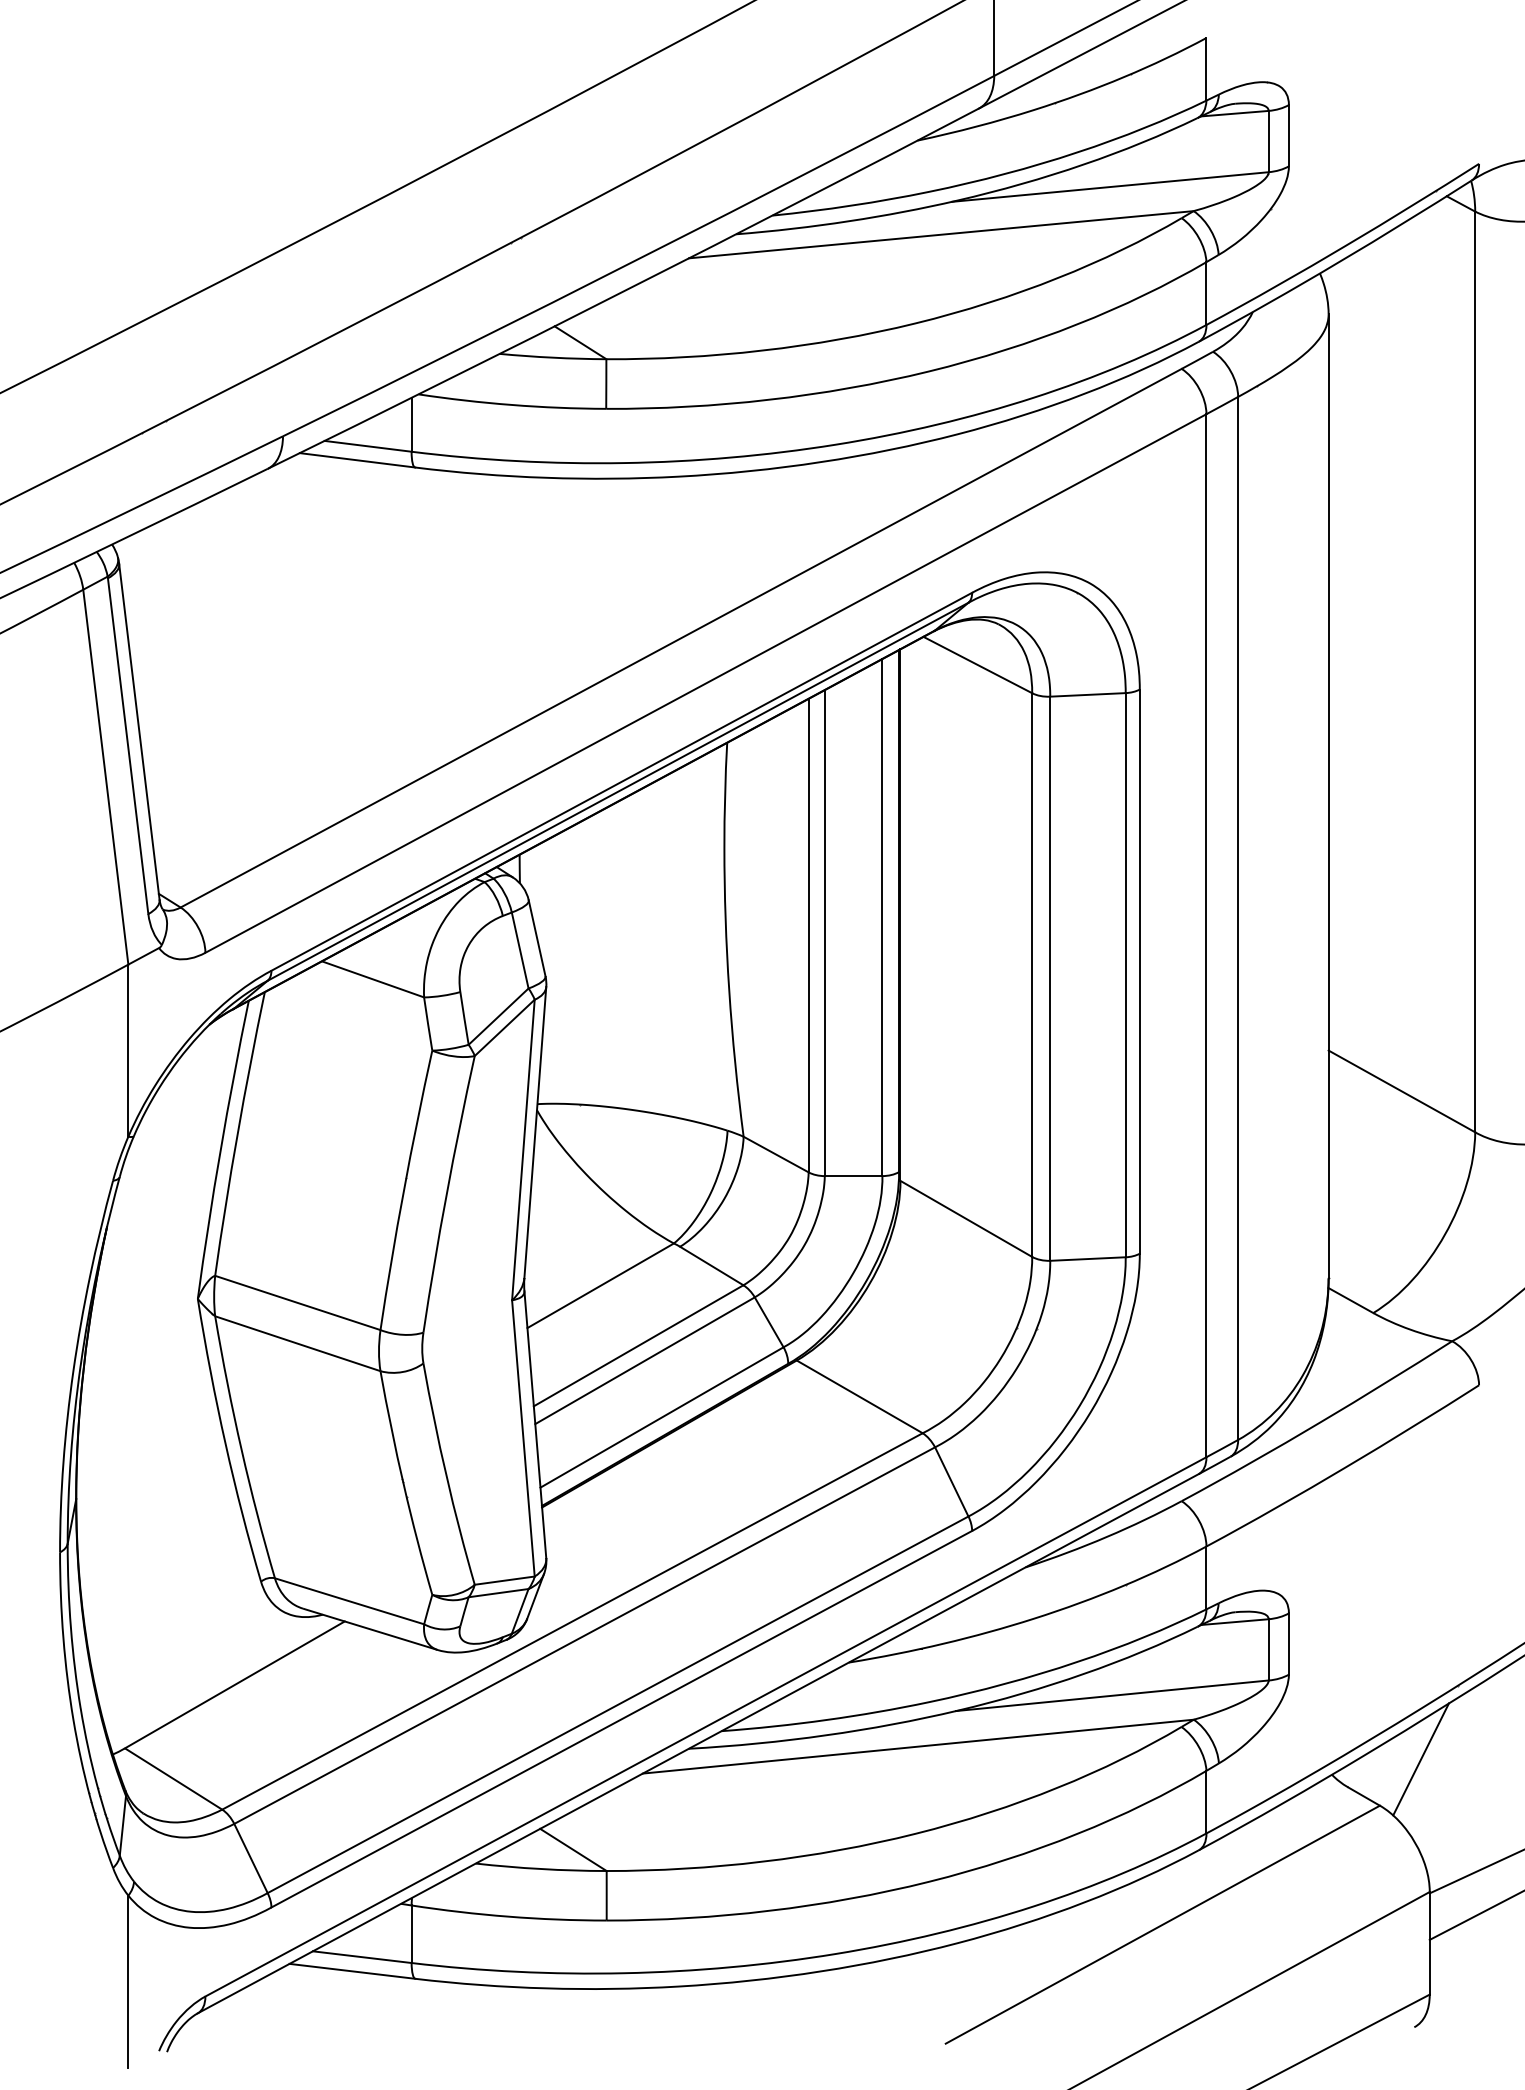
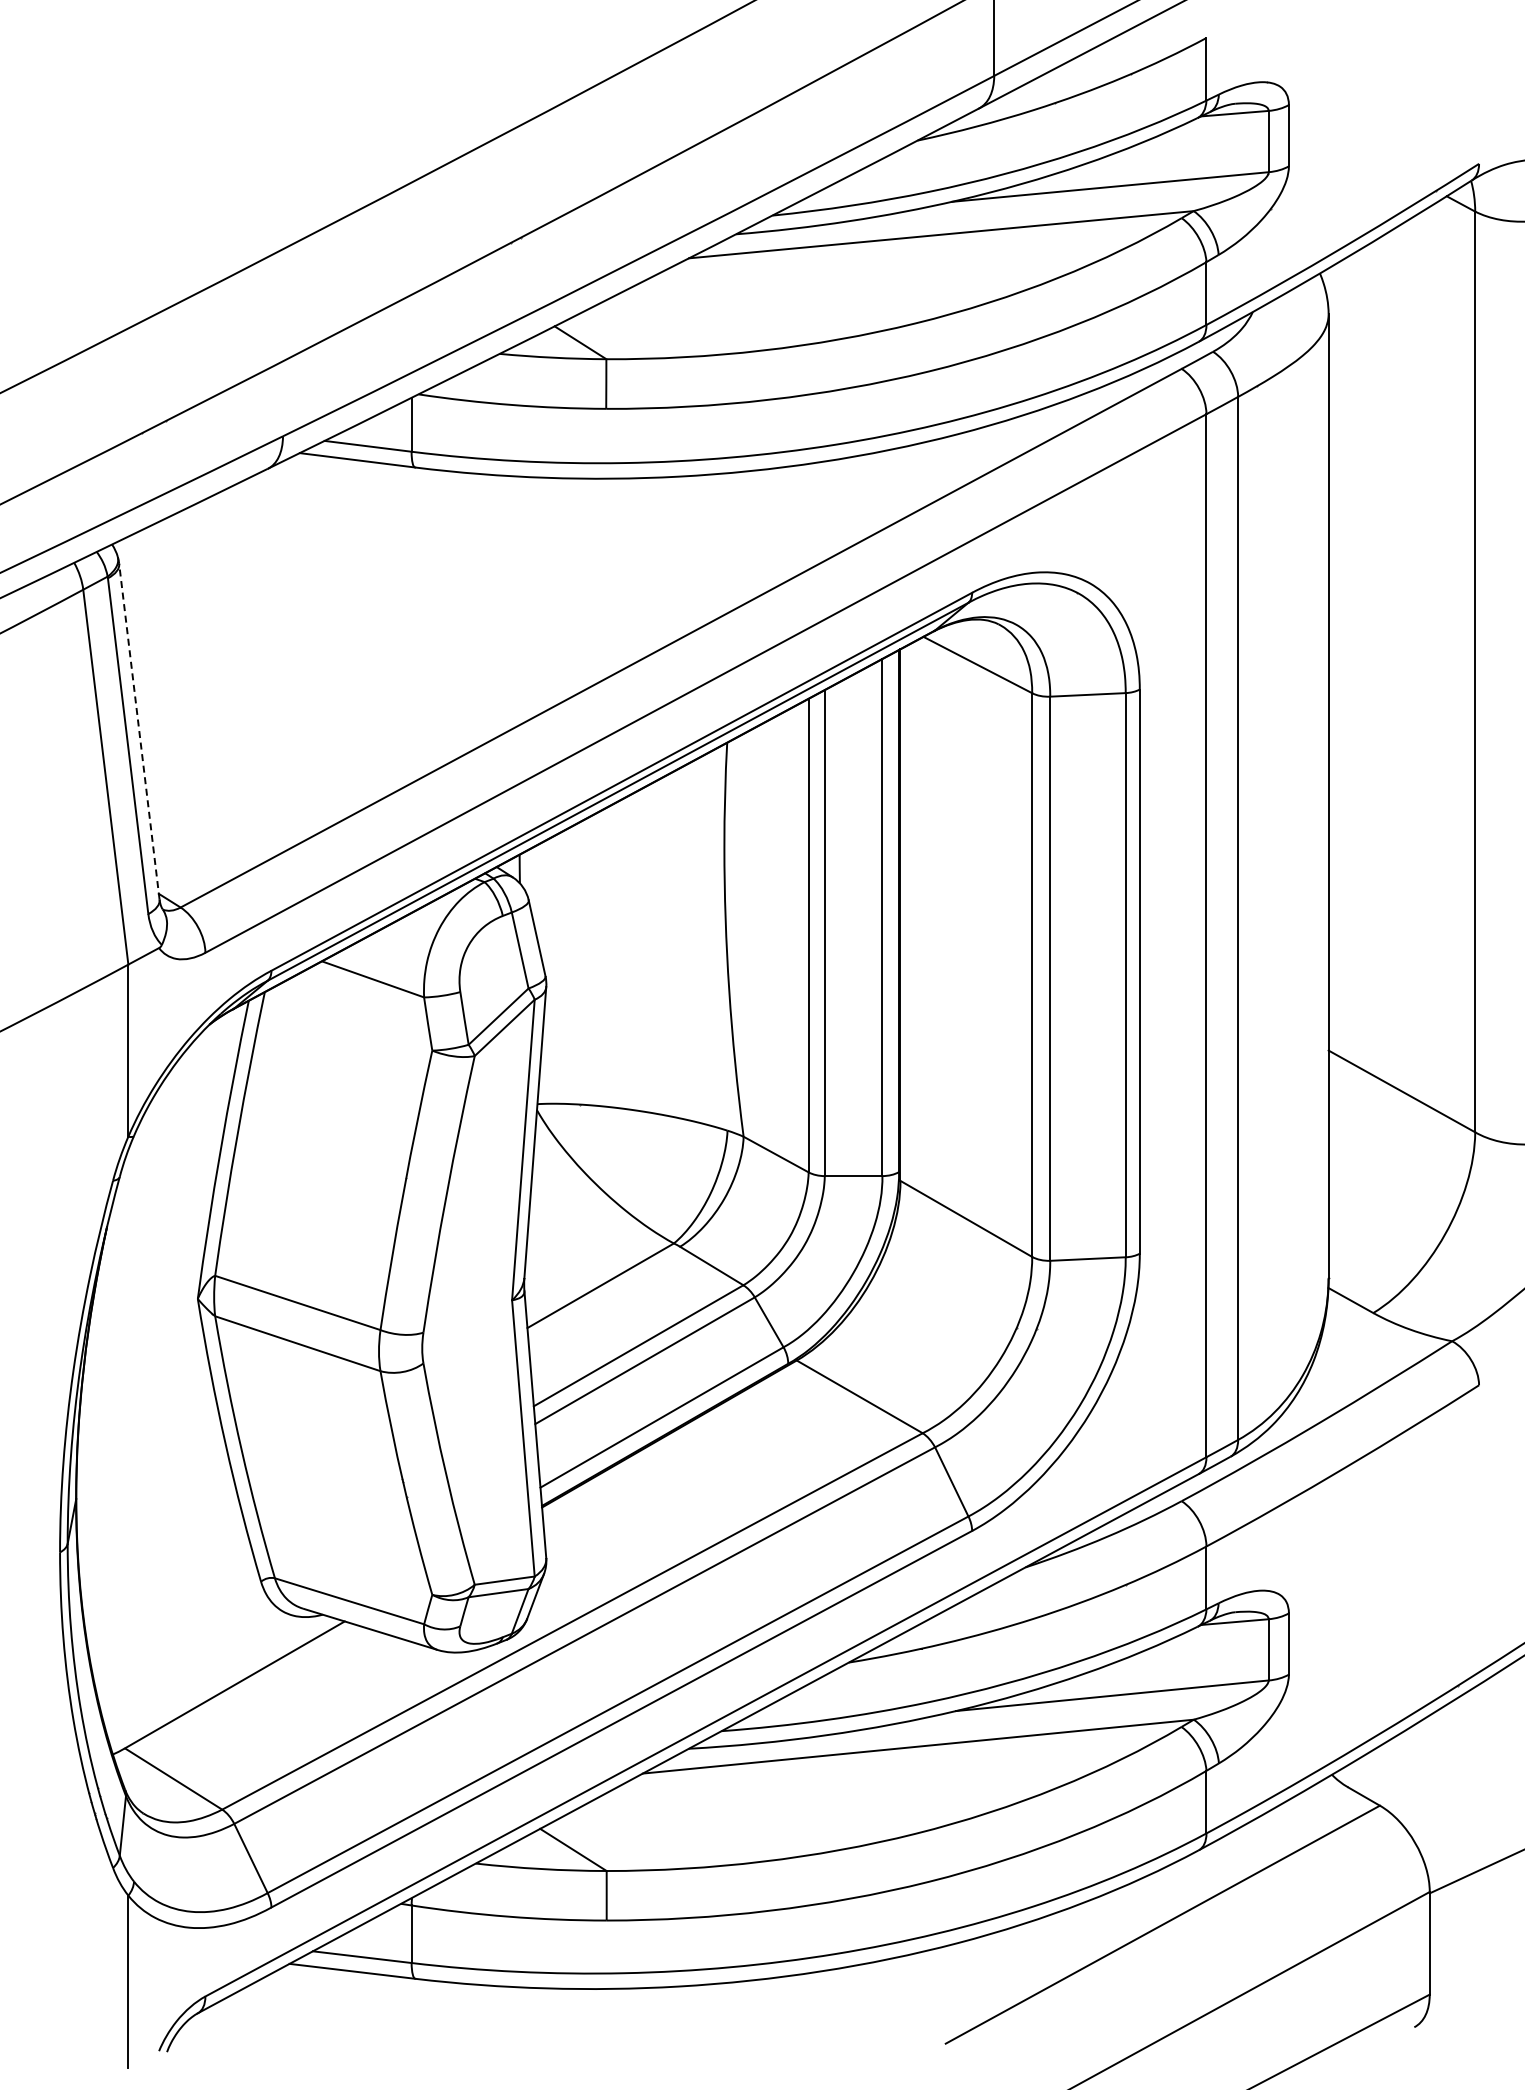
line at (139, 731): solid -> dashed
line at (1420, 1759): present -> none
line at (1475, 1915): present -> none
